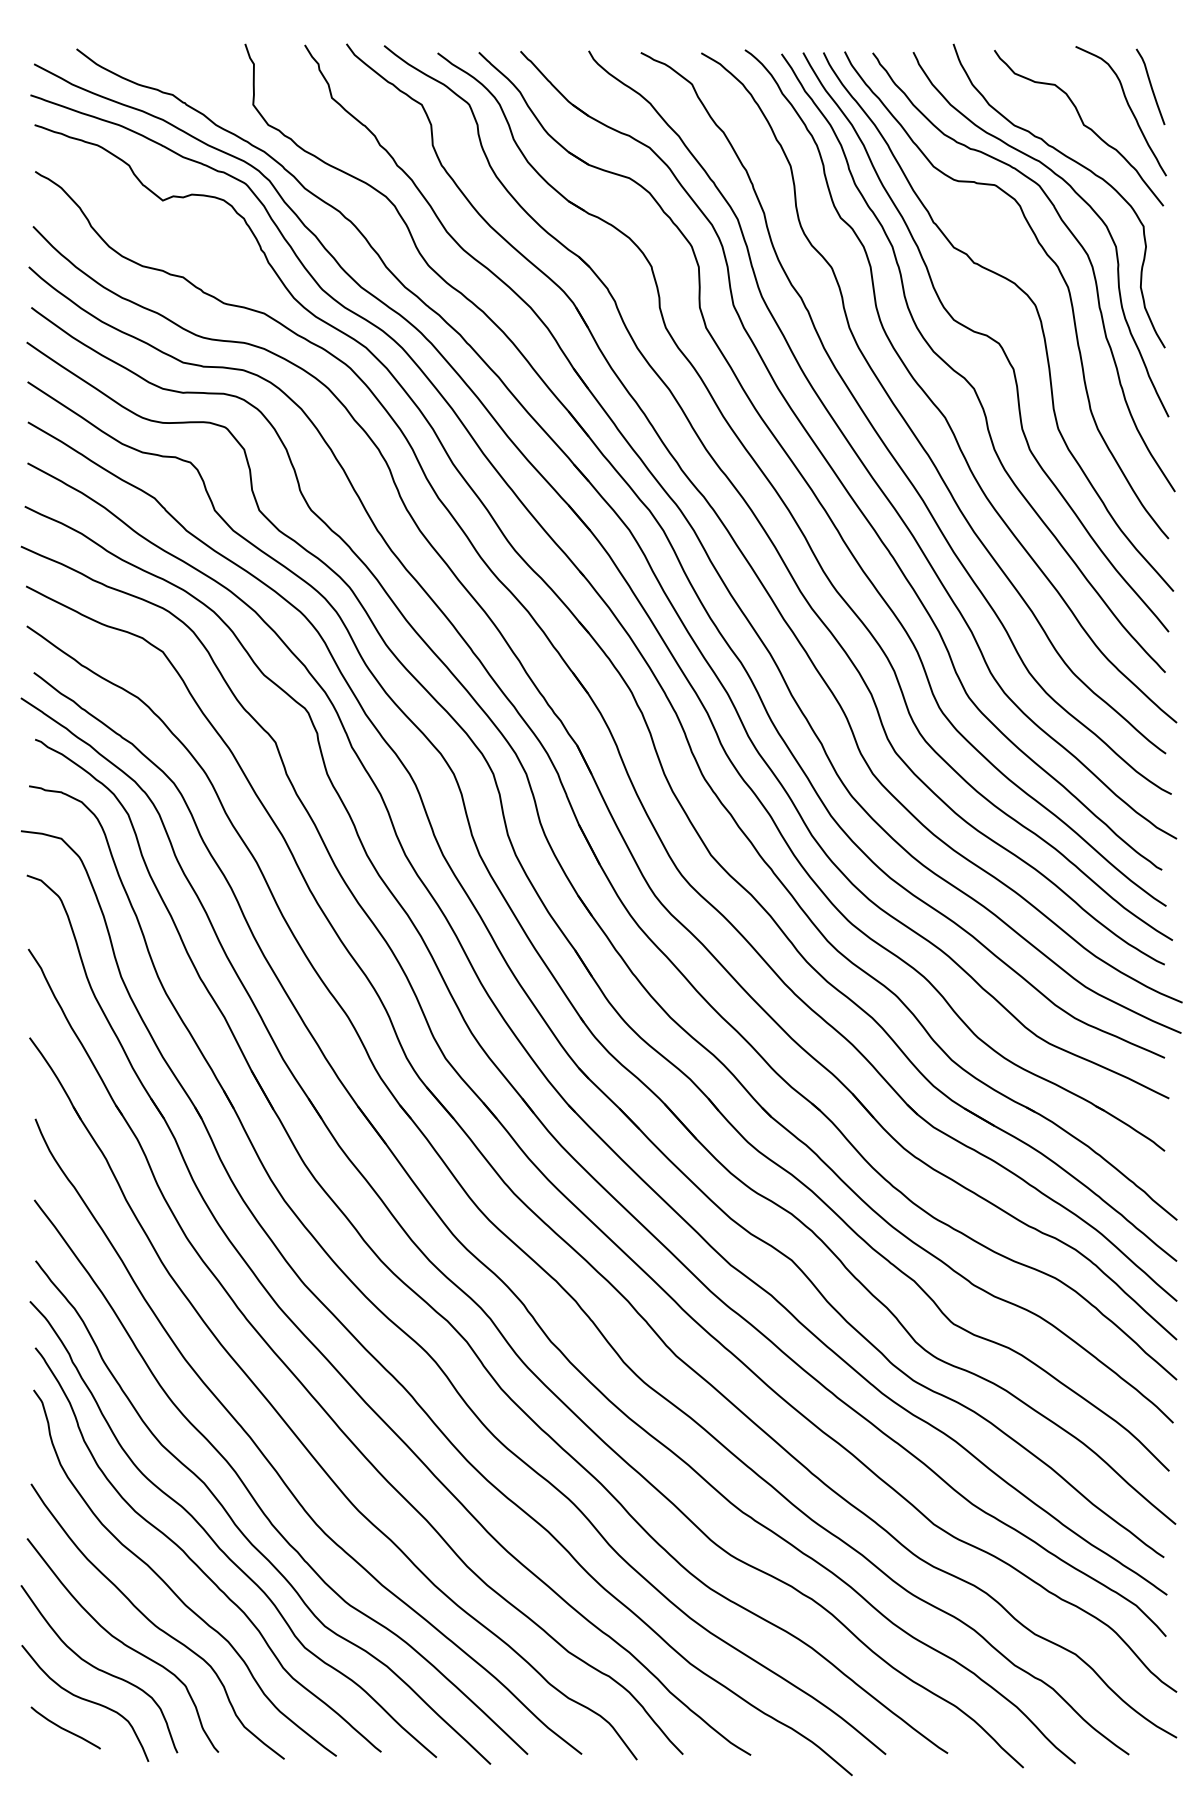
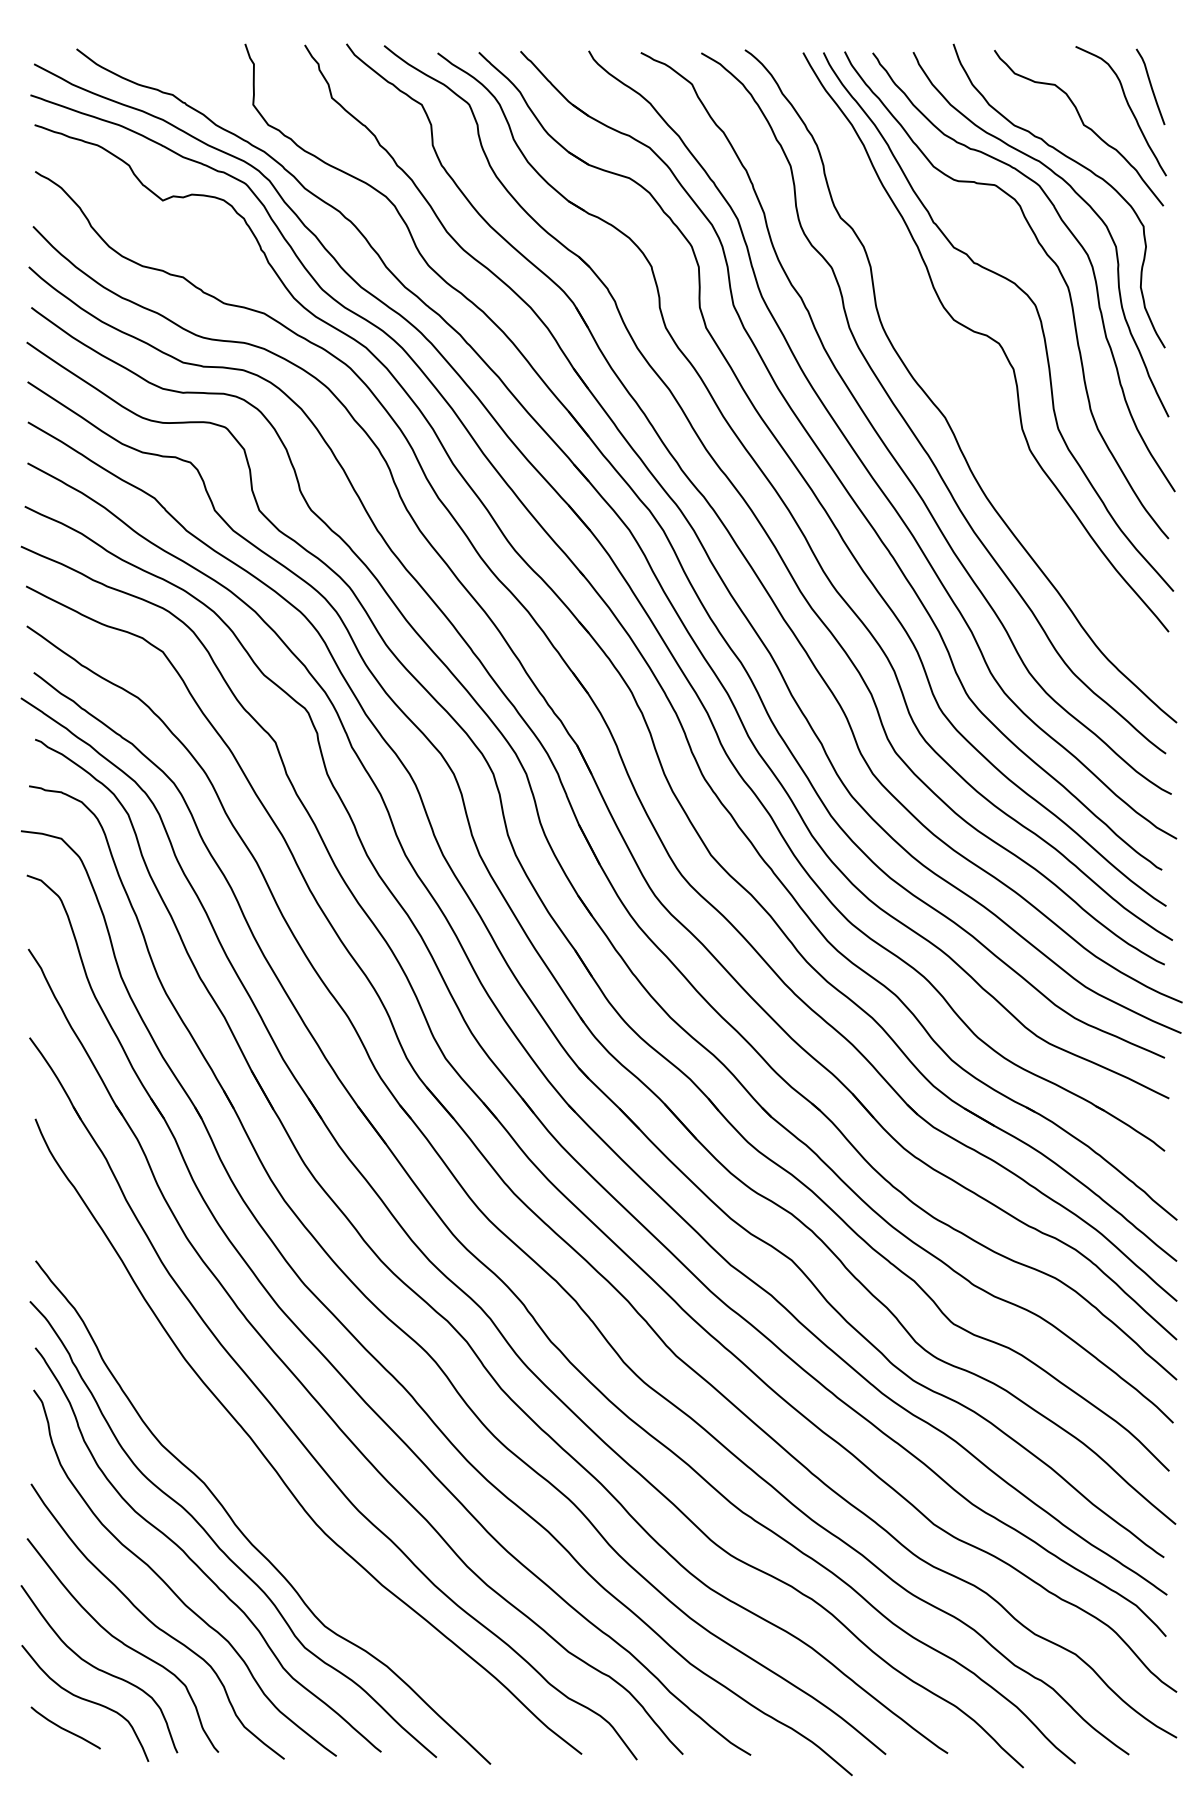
curve at (961, 374): present -> none
curve at (253, 1496): present -> none
